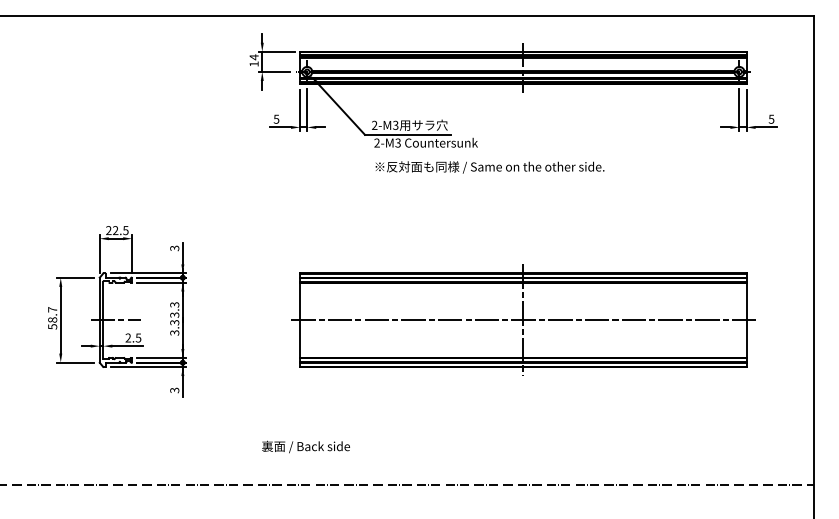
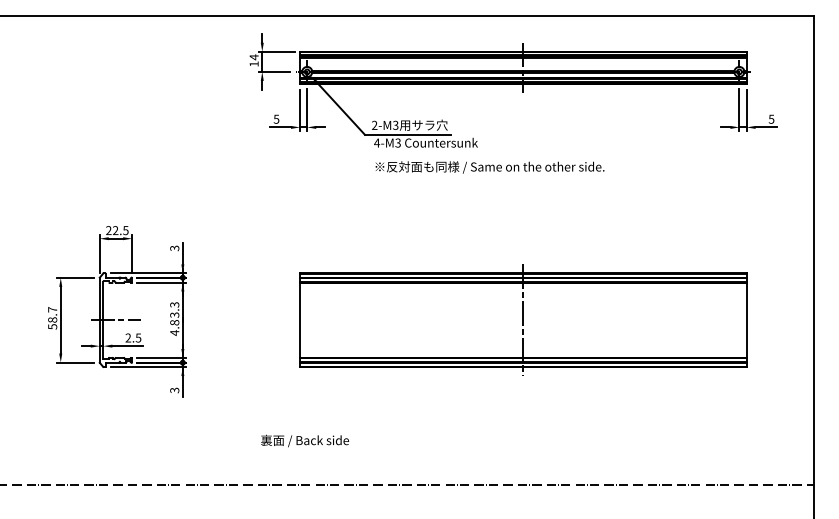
text at (377, 142): 2-M3 -> 4-M3
line at (523, 320): present -> none
text at (174, 328): 3.3 -> 4.8
text at (305, 446) position: (305, 446) -> (304, 440)
